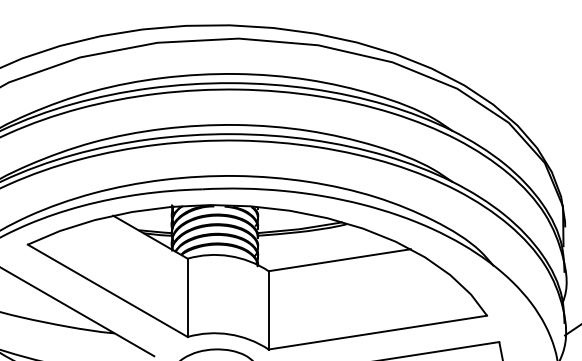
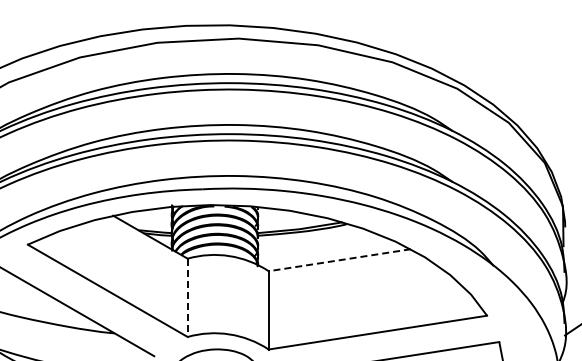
line at (339, 260): solid -> dashed
line at (187, 298): solid -> dashed
